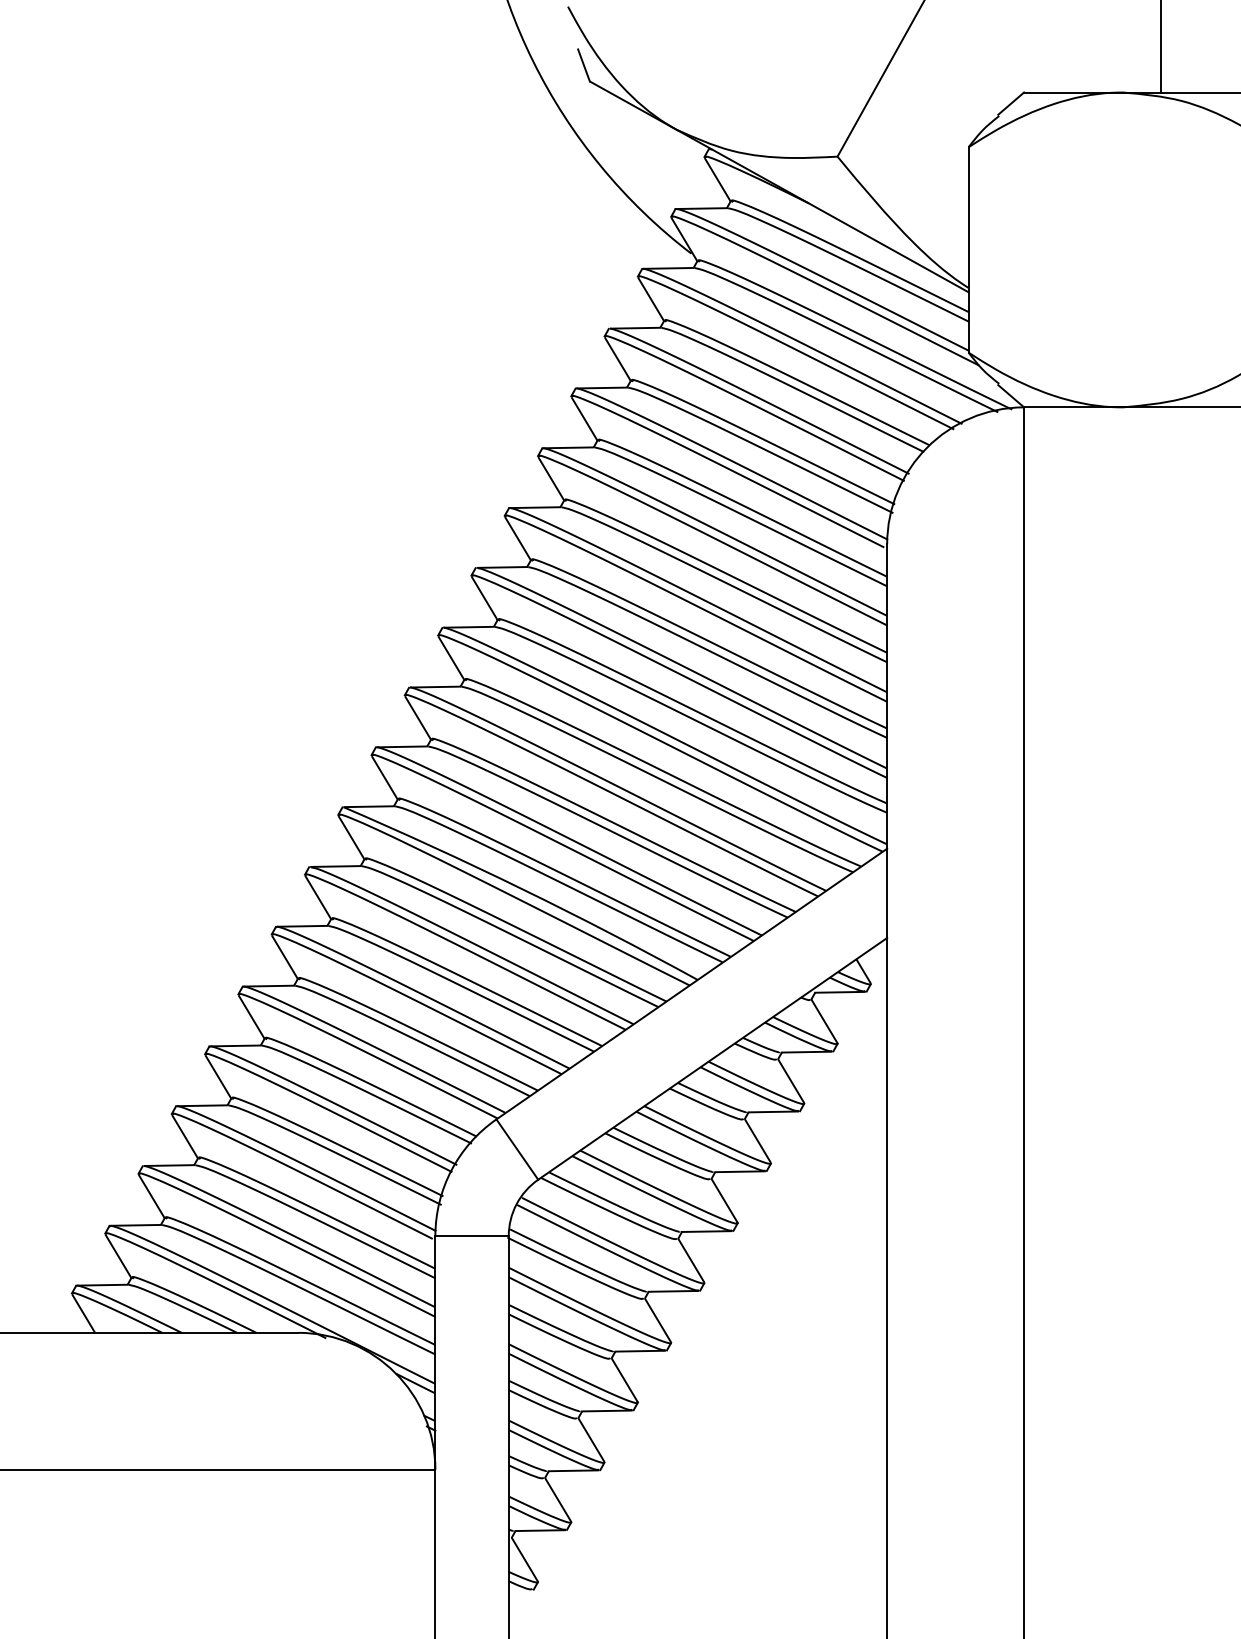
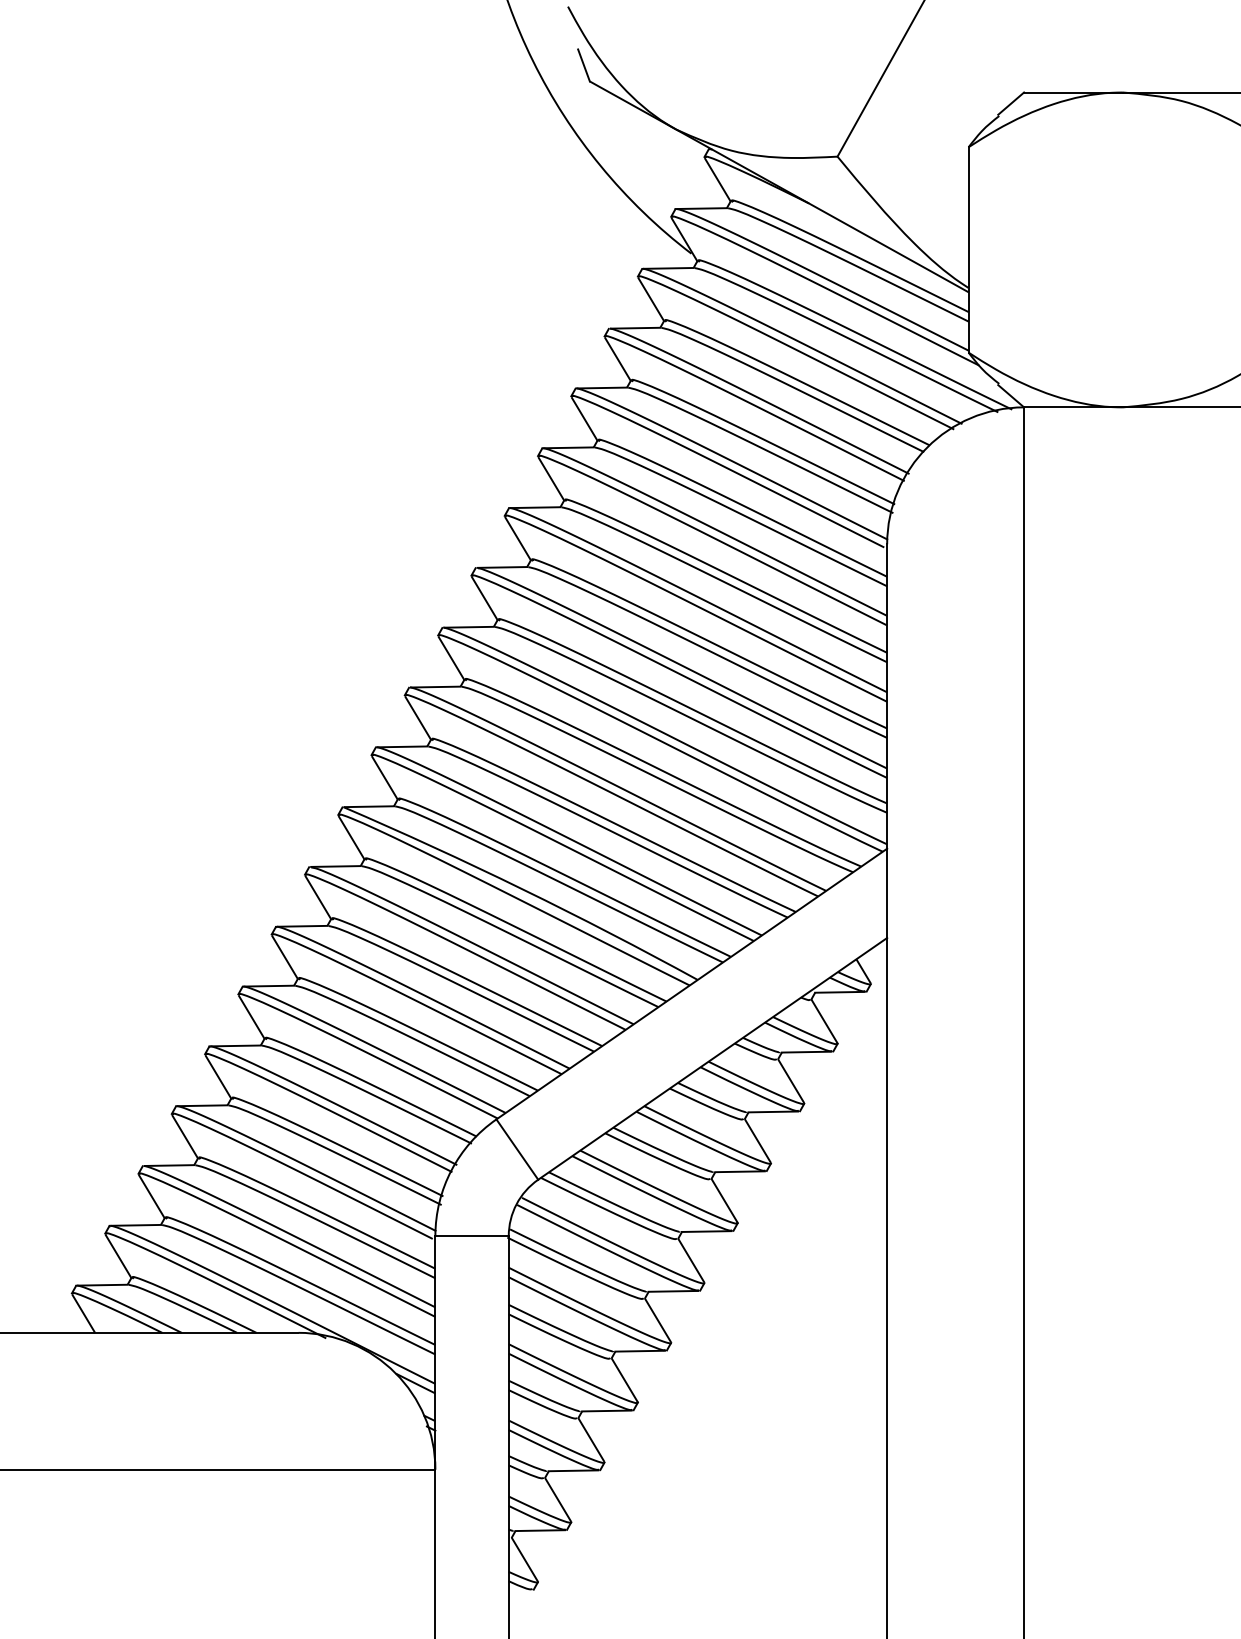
line at (1160, 47): present -> none
